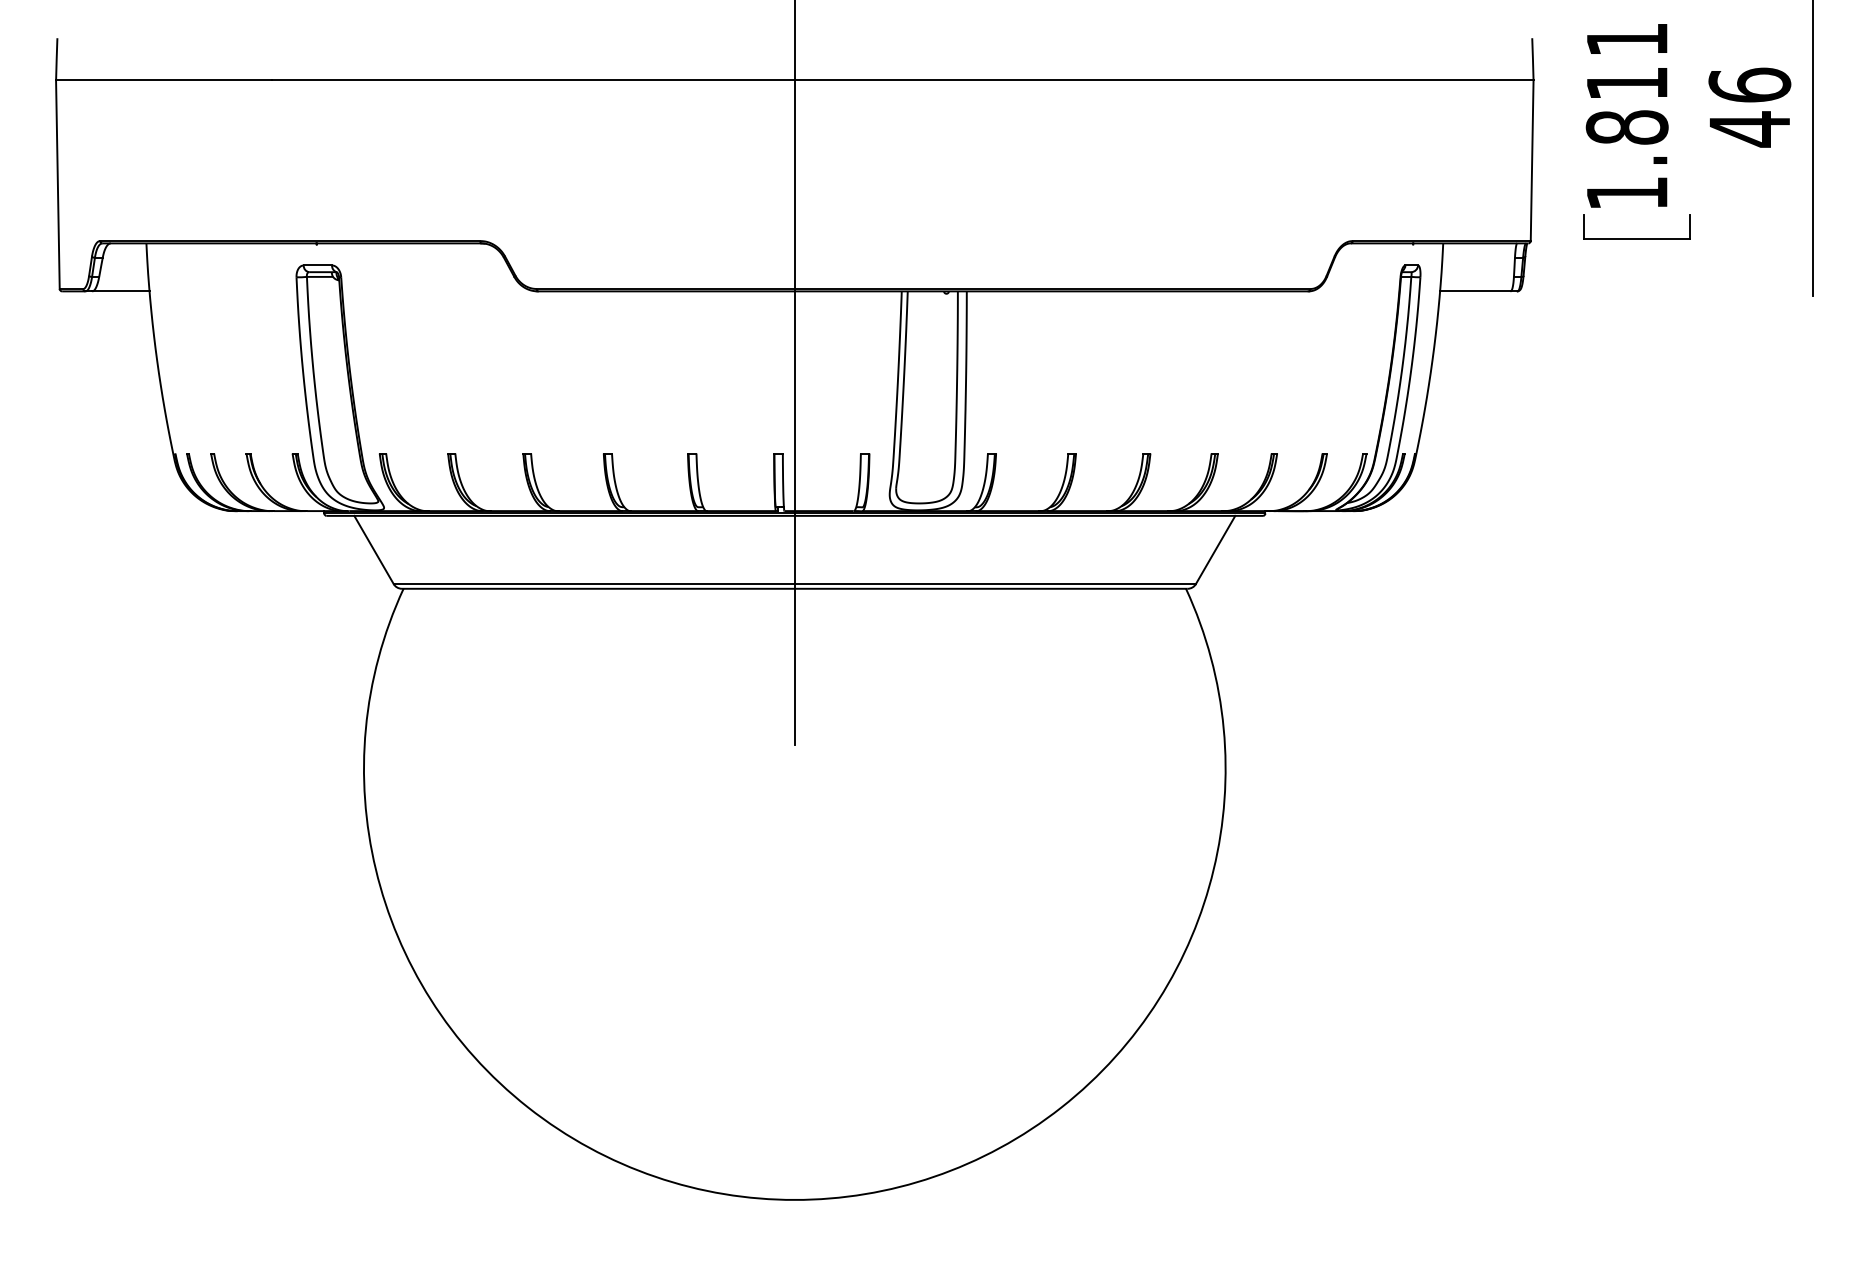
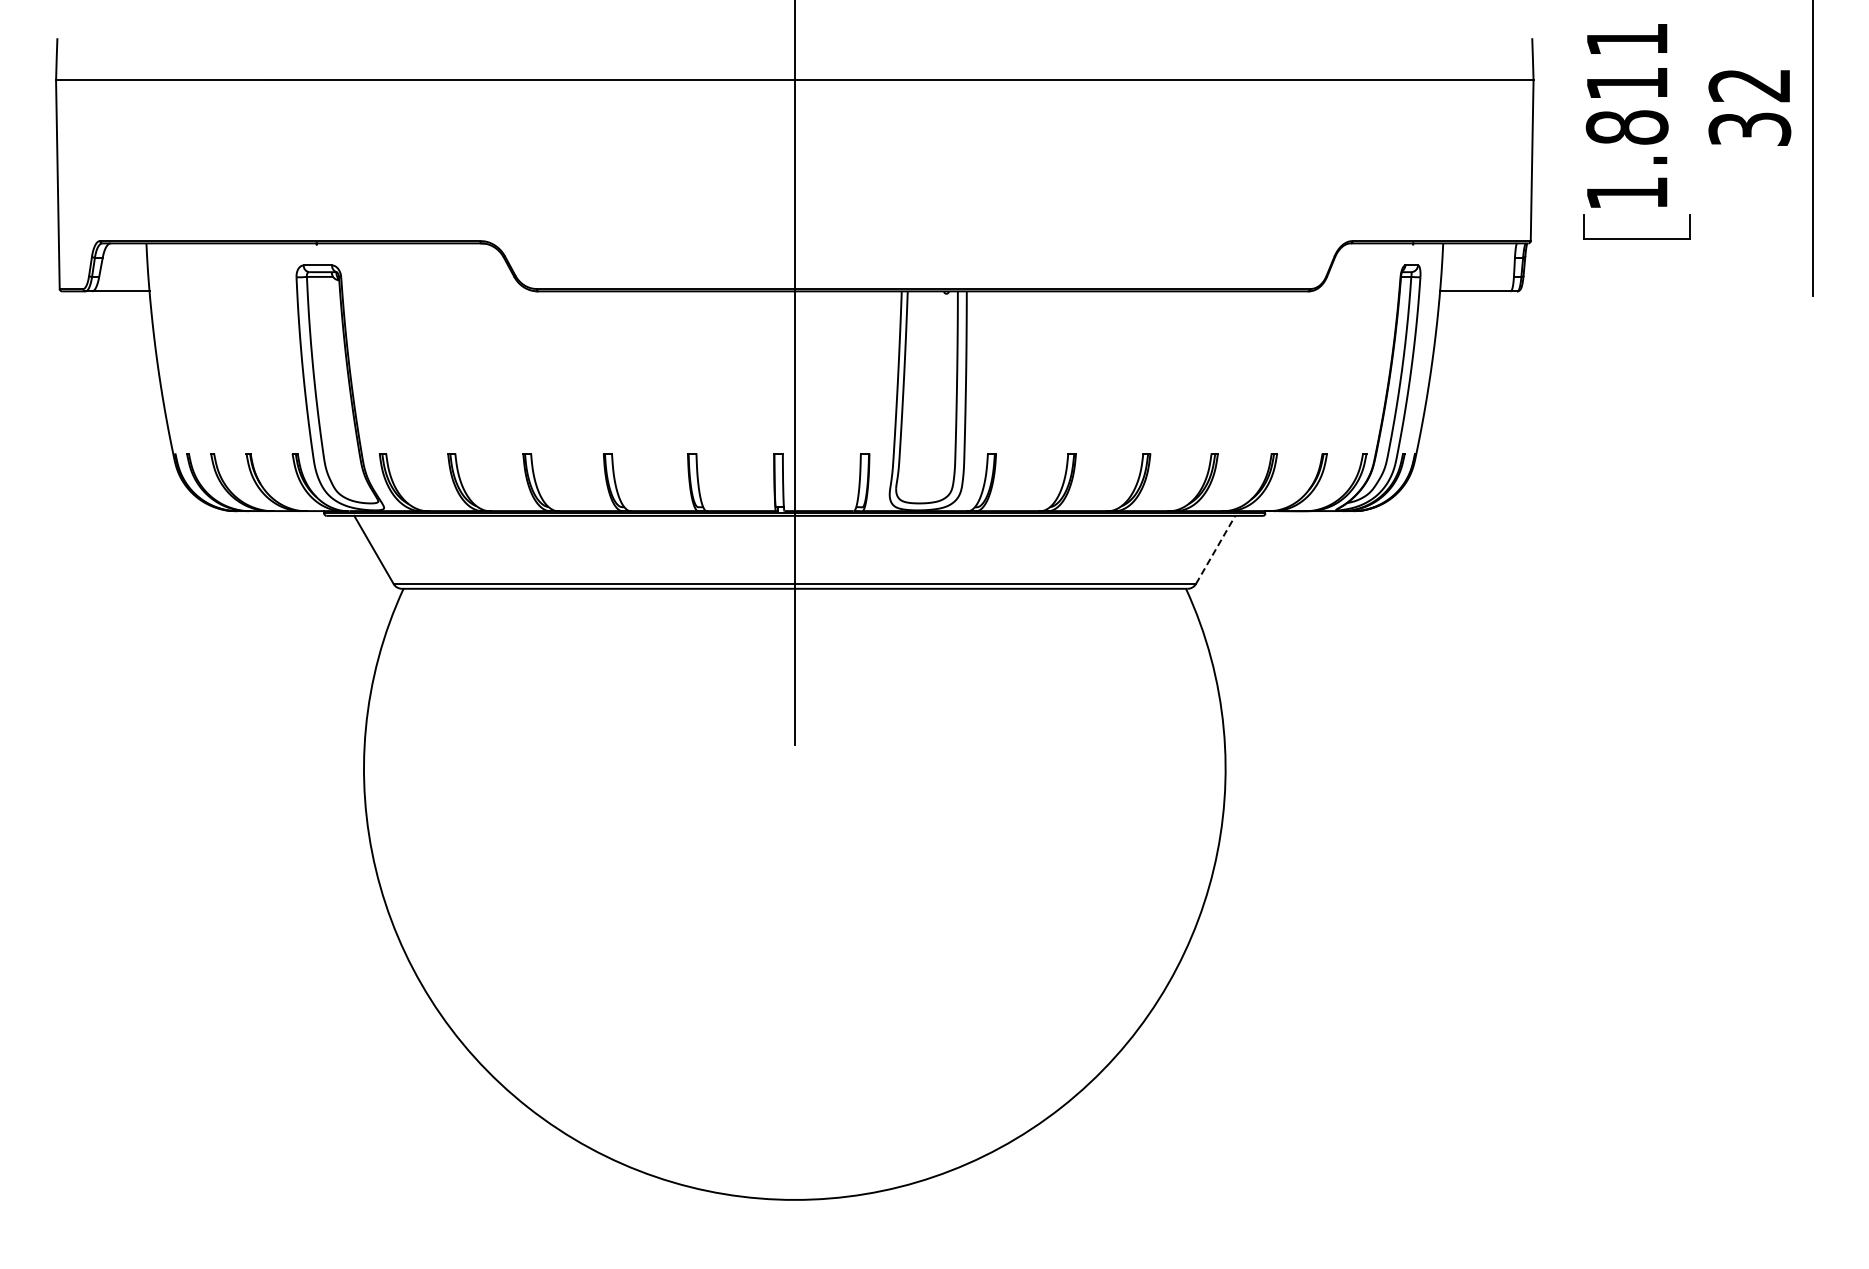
text at (1749, 107): 46 -> 32
line at (1215, 549): solid -> dashed
